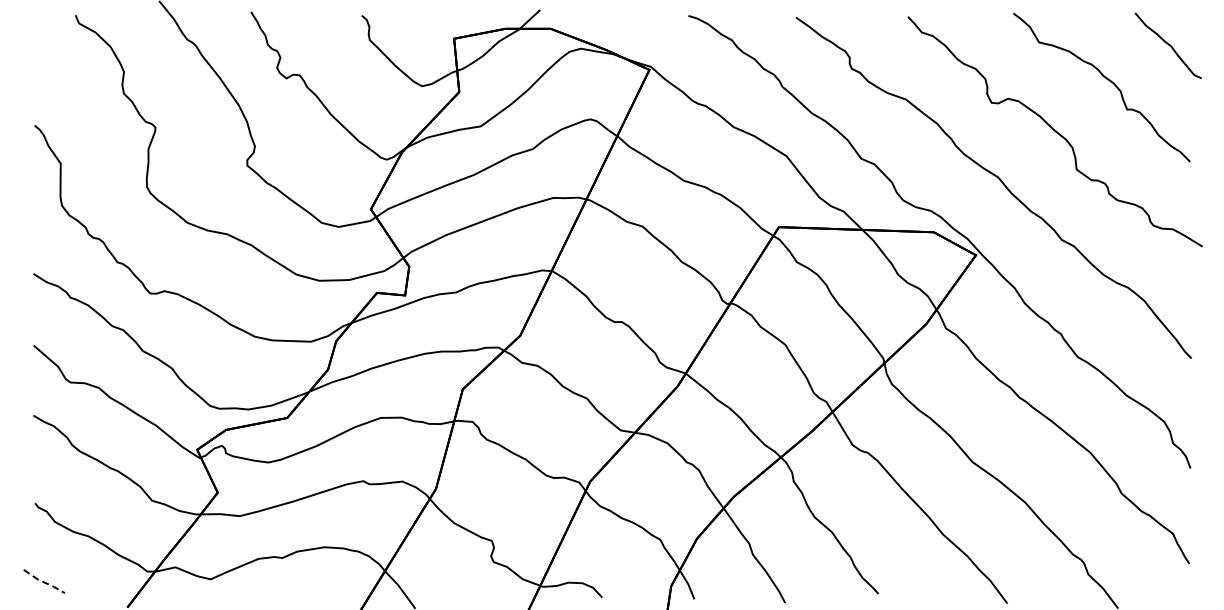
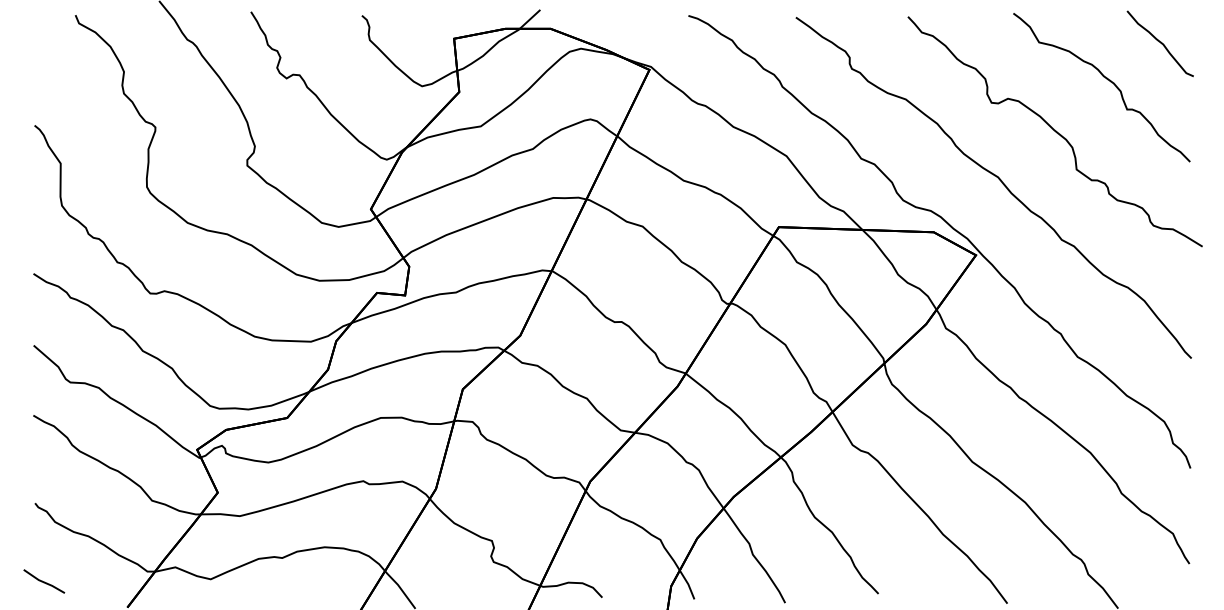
curve at (1167, 44) position: (1167, 44) -> (1159, 42)
line at (44, 582): dashed -> solid
